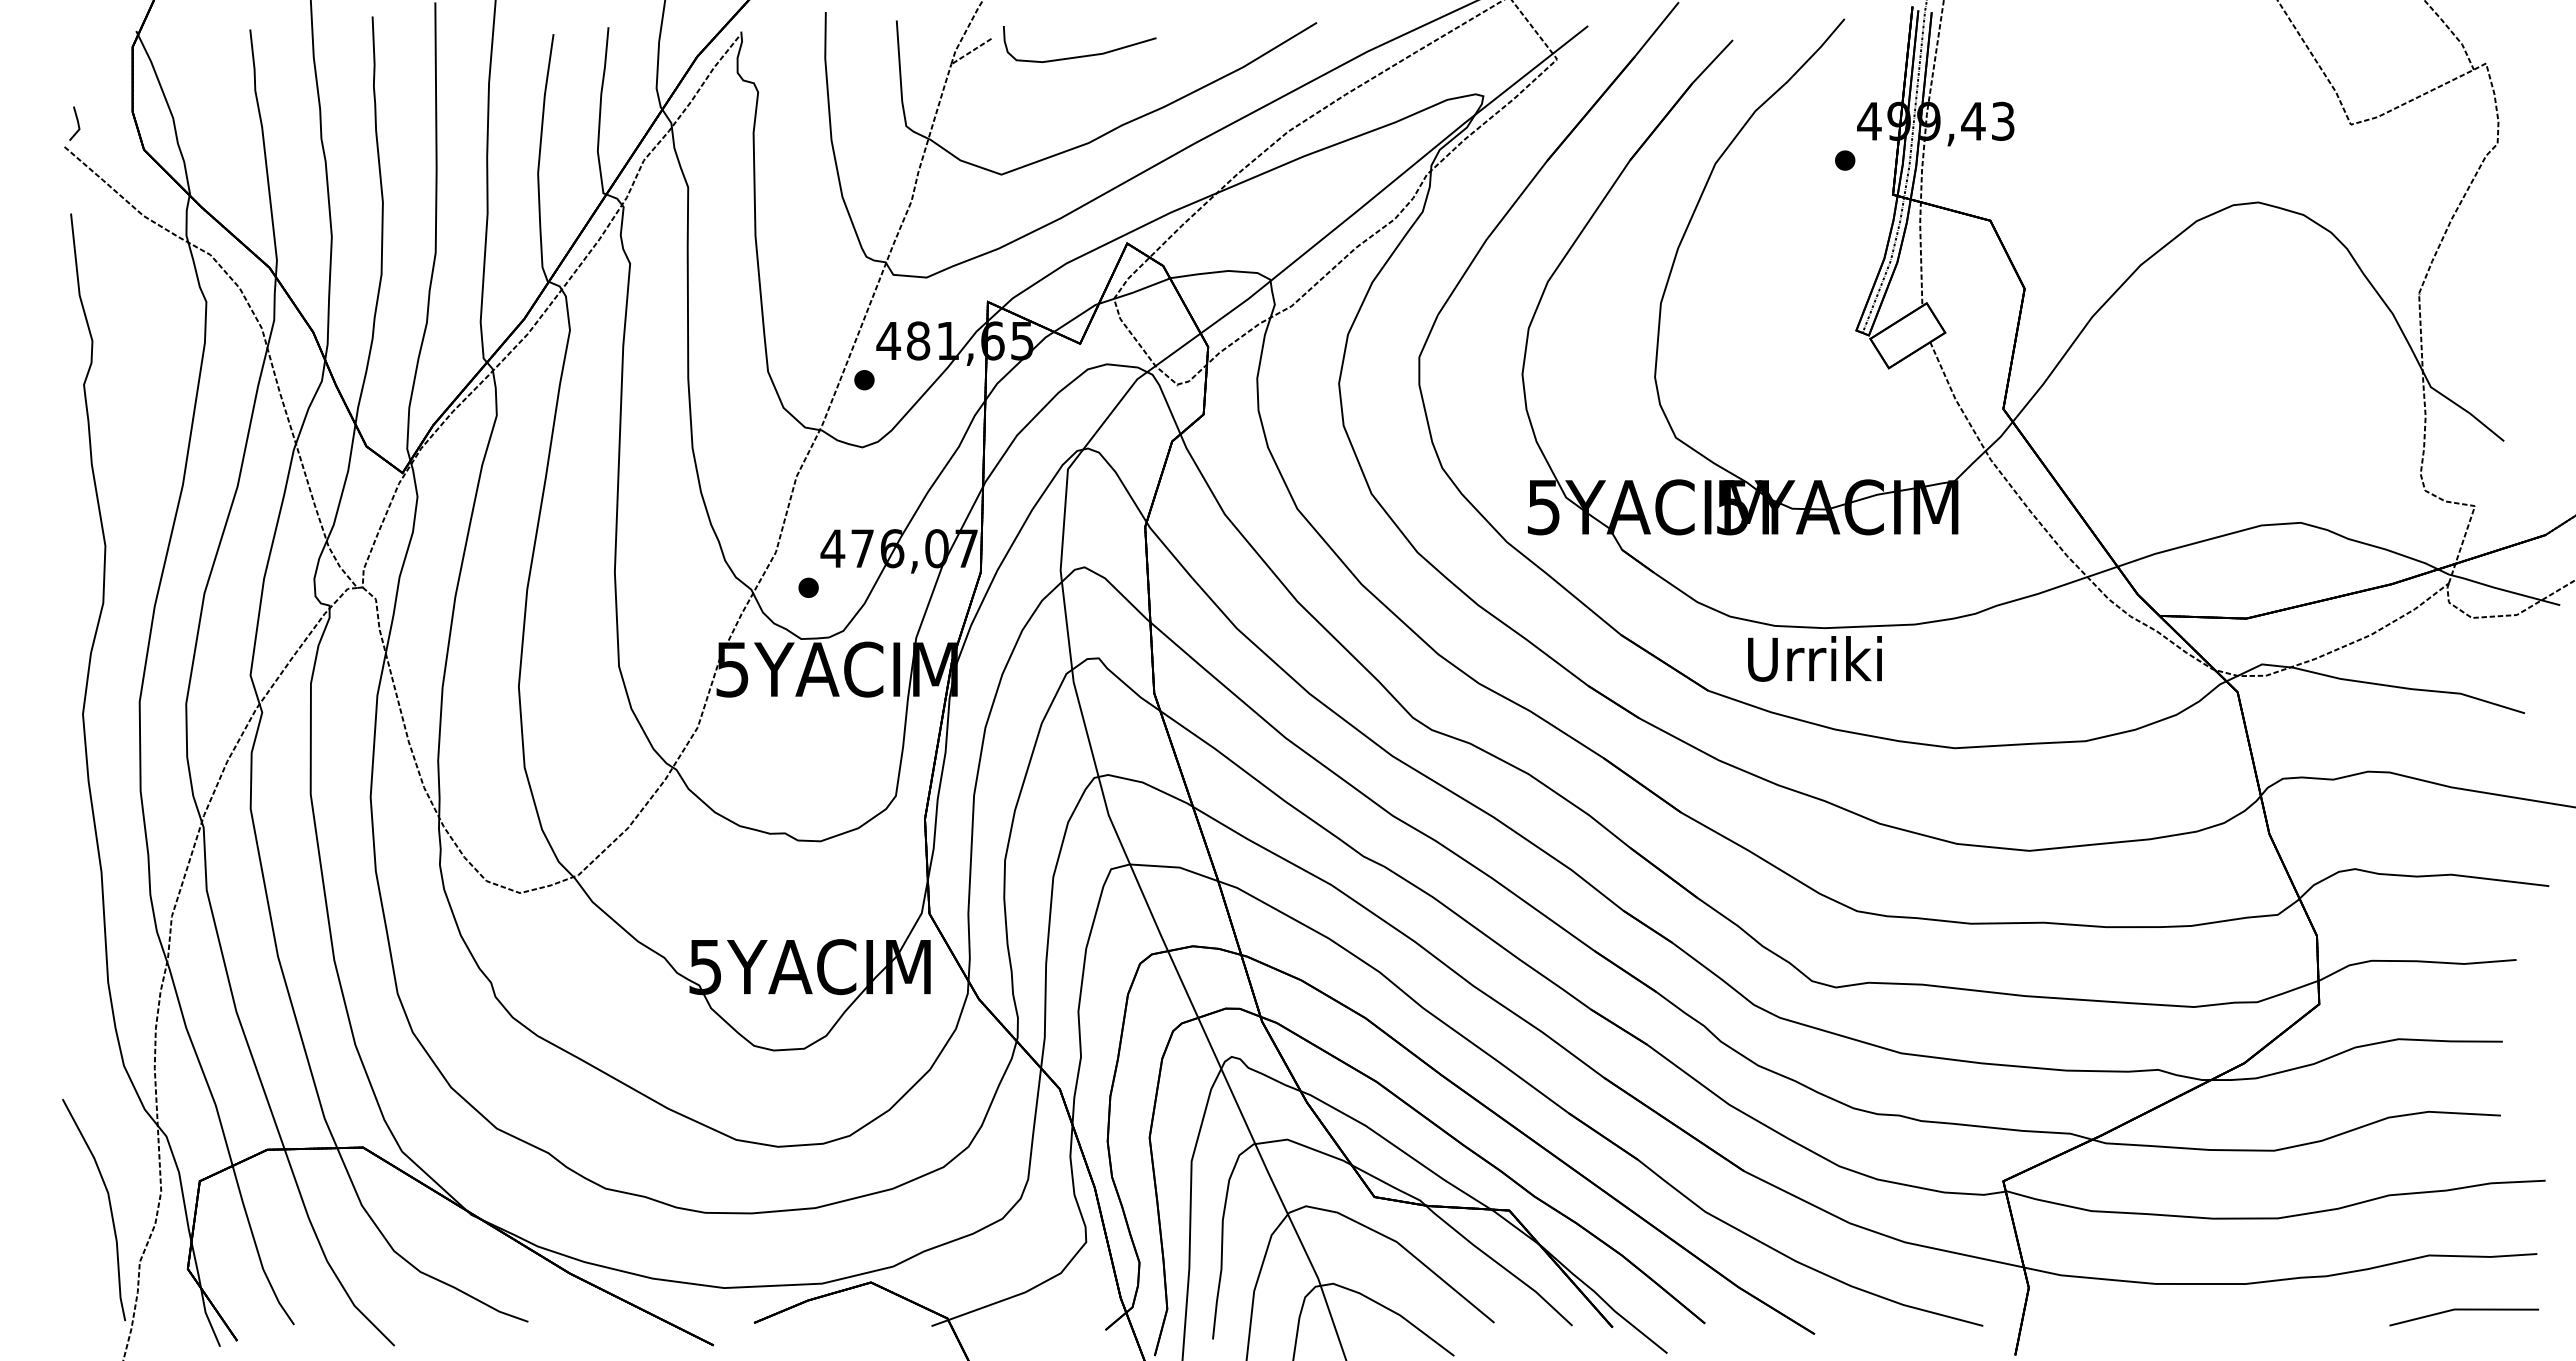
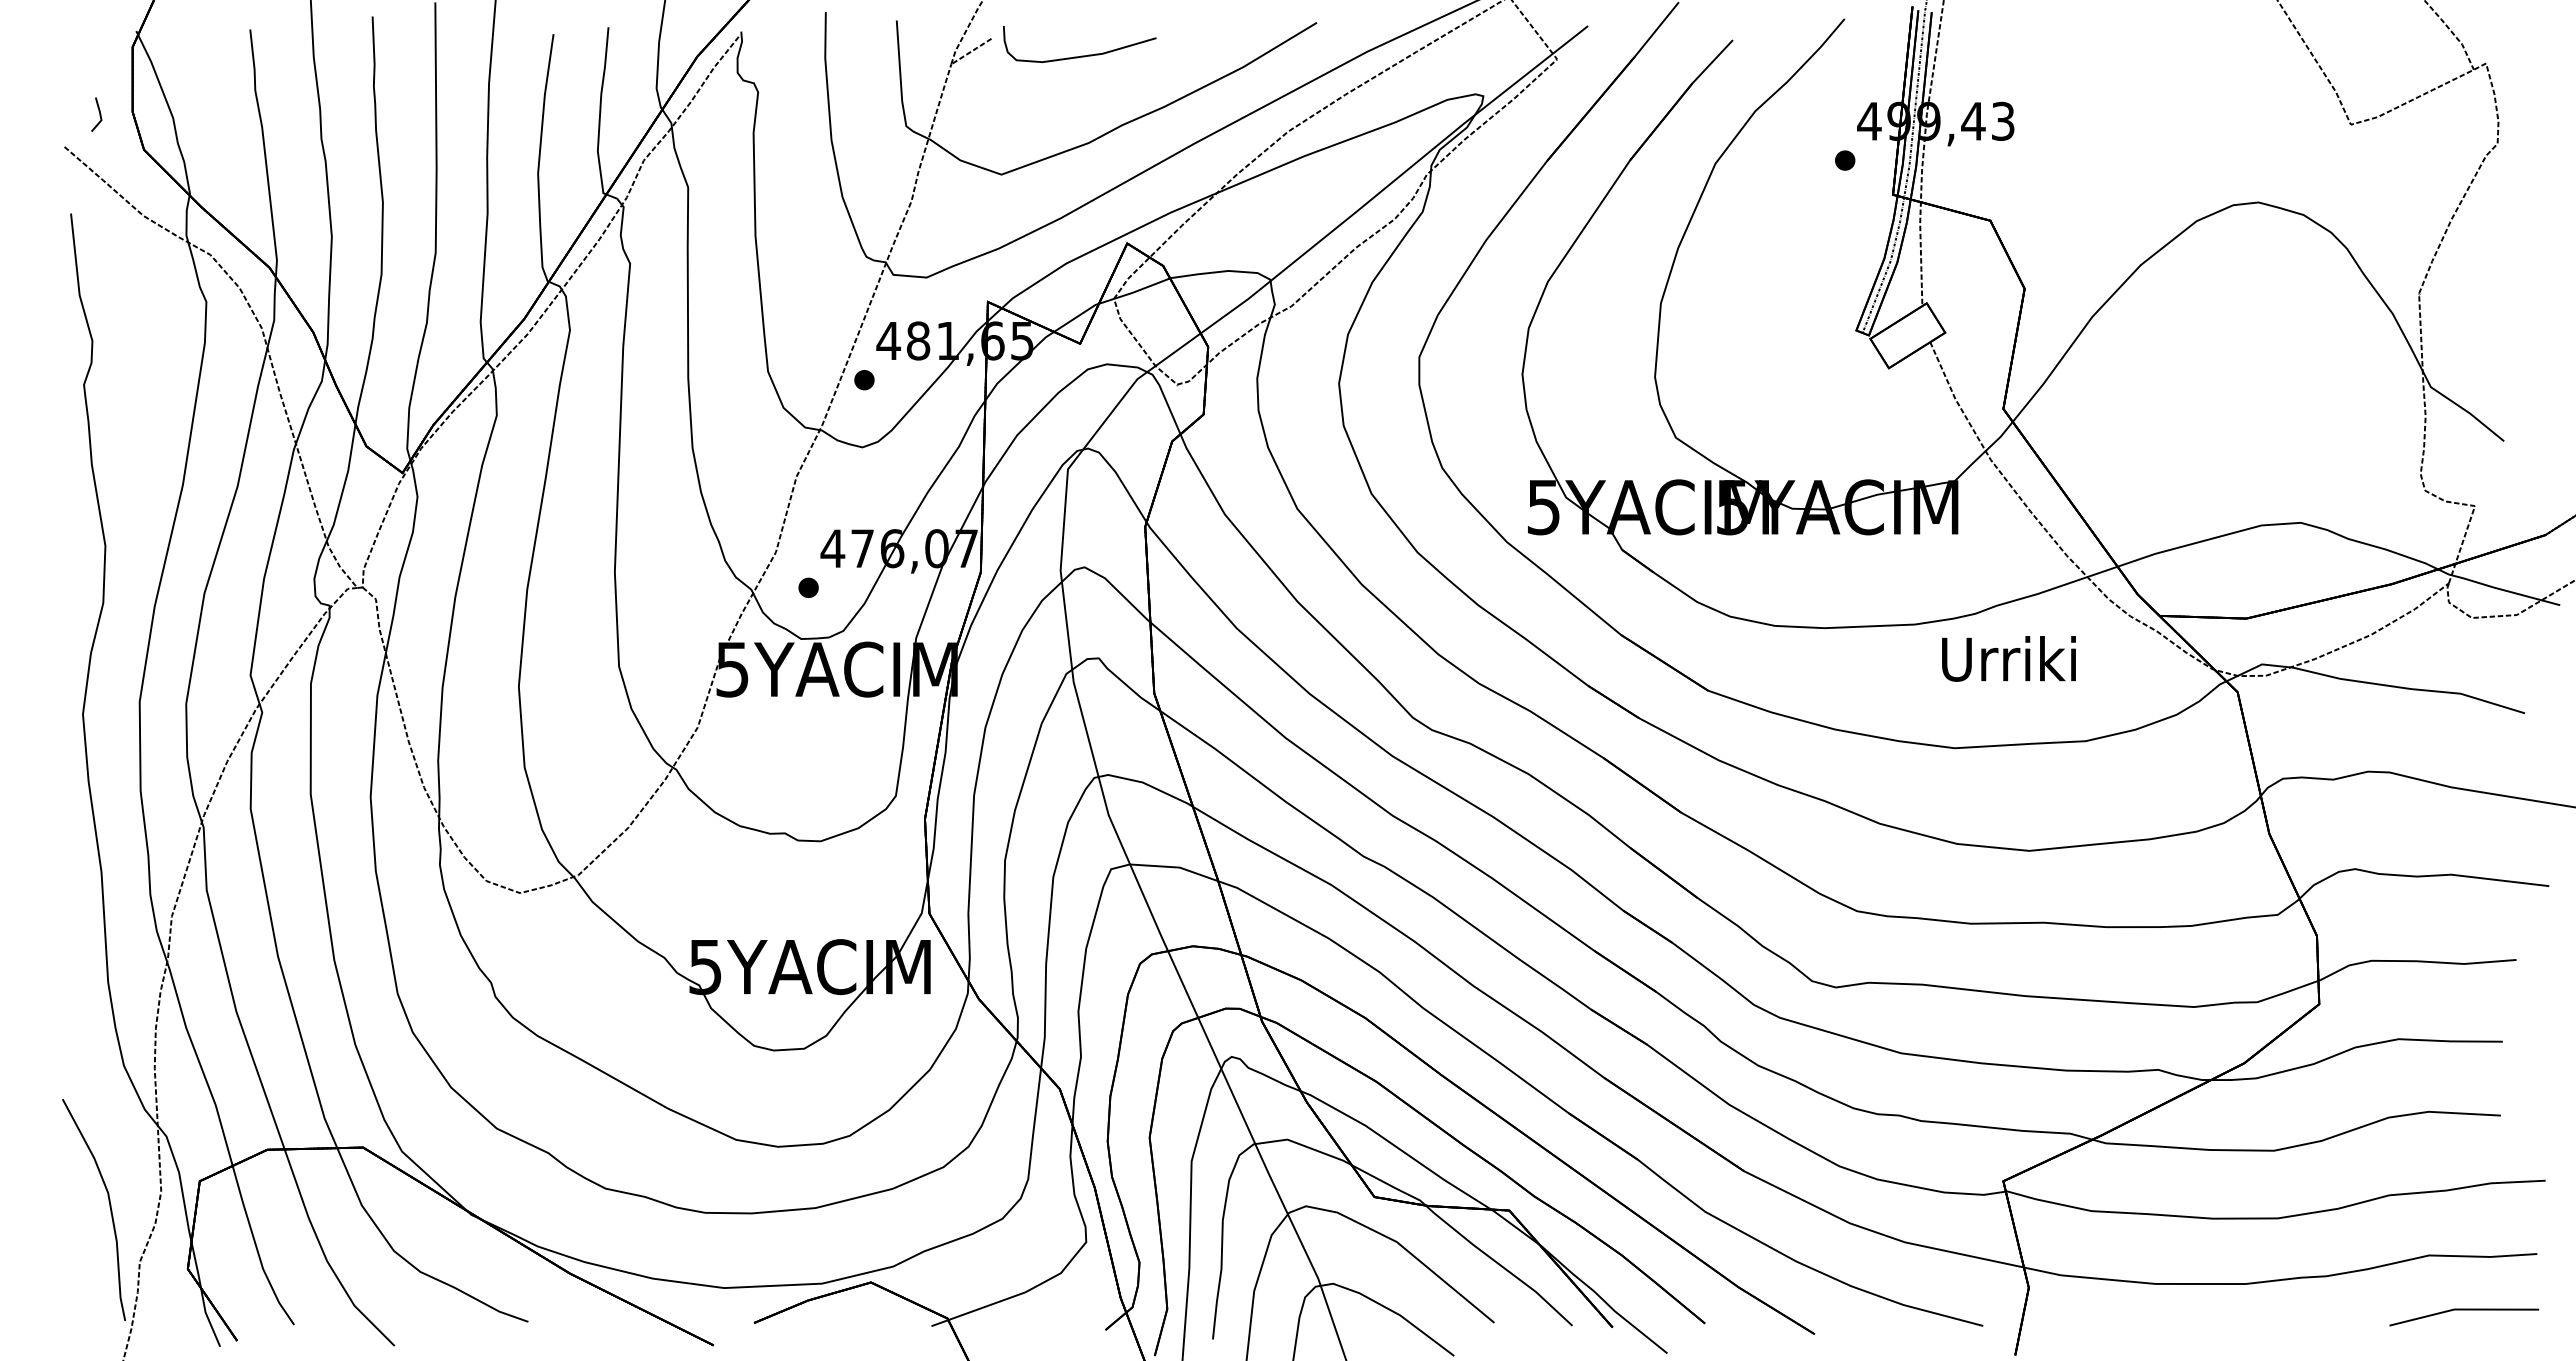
line at (77, 123) position: (77, 123) -> (99, 114)
text at (1814, 658) position: (1814, 658) -> (2008, 658)
